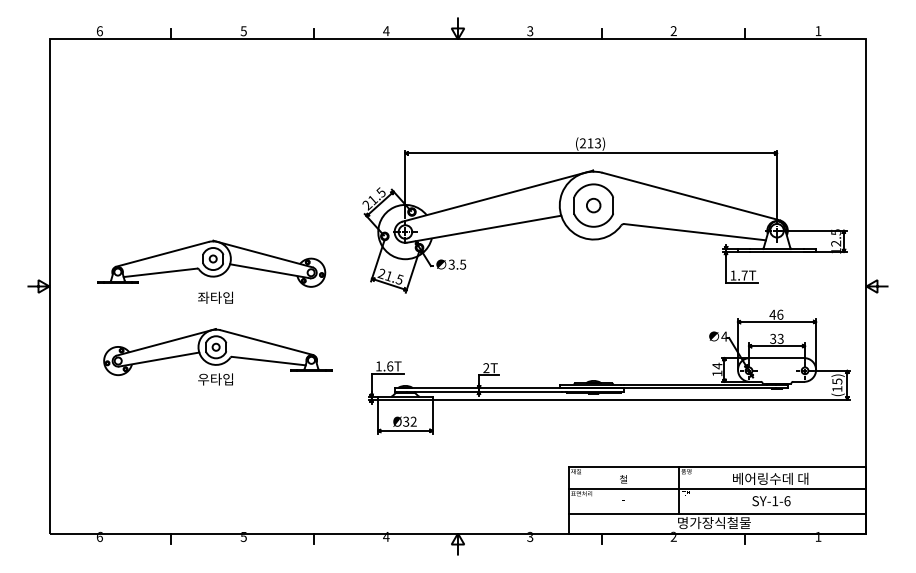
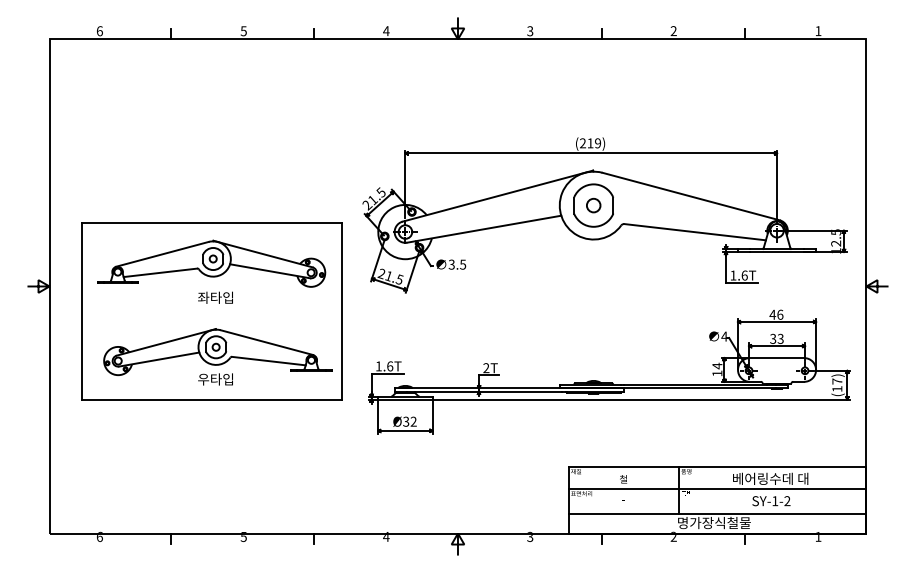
text at (597, 143): (213) -> (219)
text at (744, 275): 1.7T -> 1.6T
part at (211, 311): none -> present
text at (837, 381): (15) -> (17)
text at (787, 501): SY-1-6 -> SY-1-2
